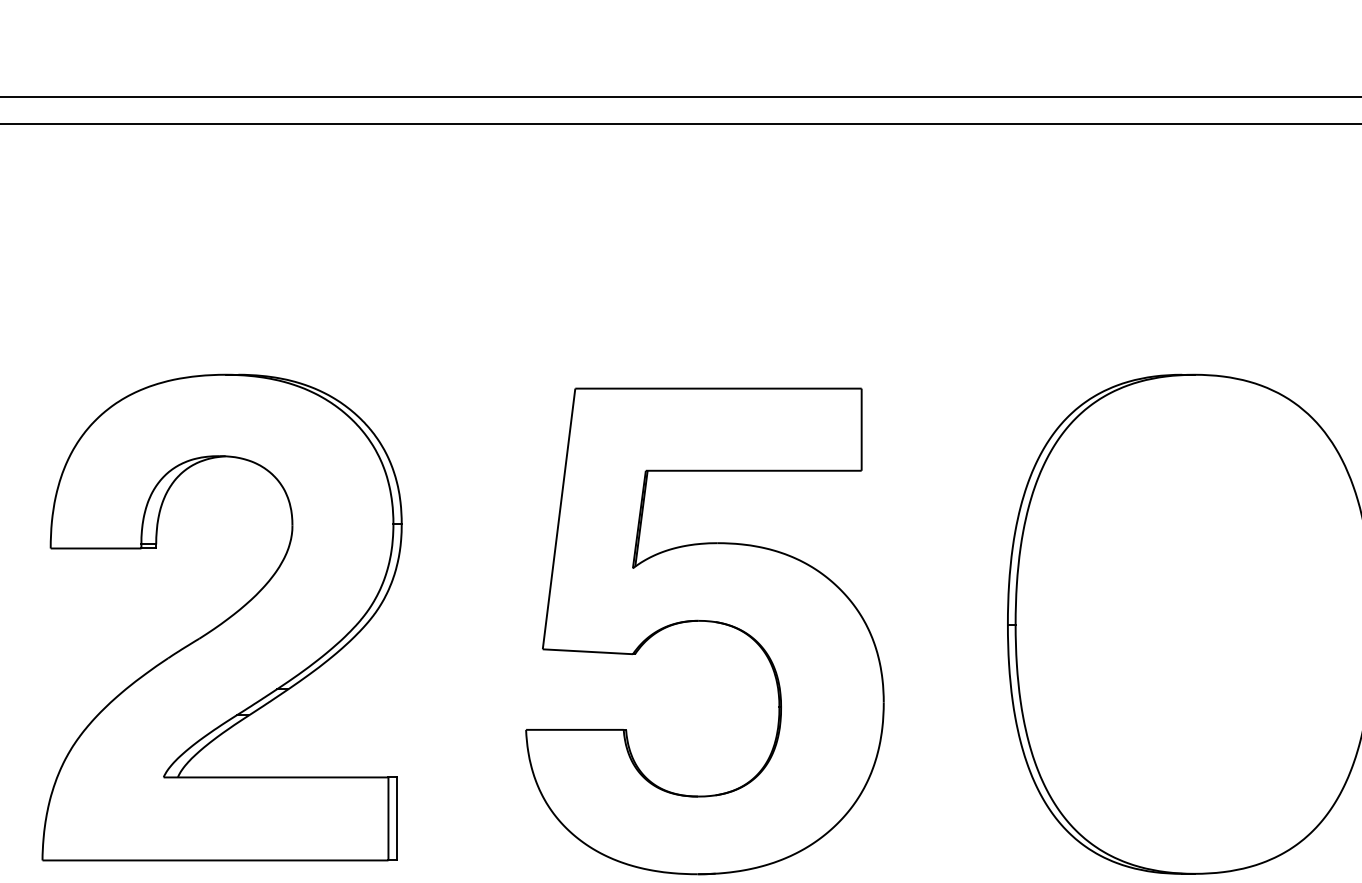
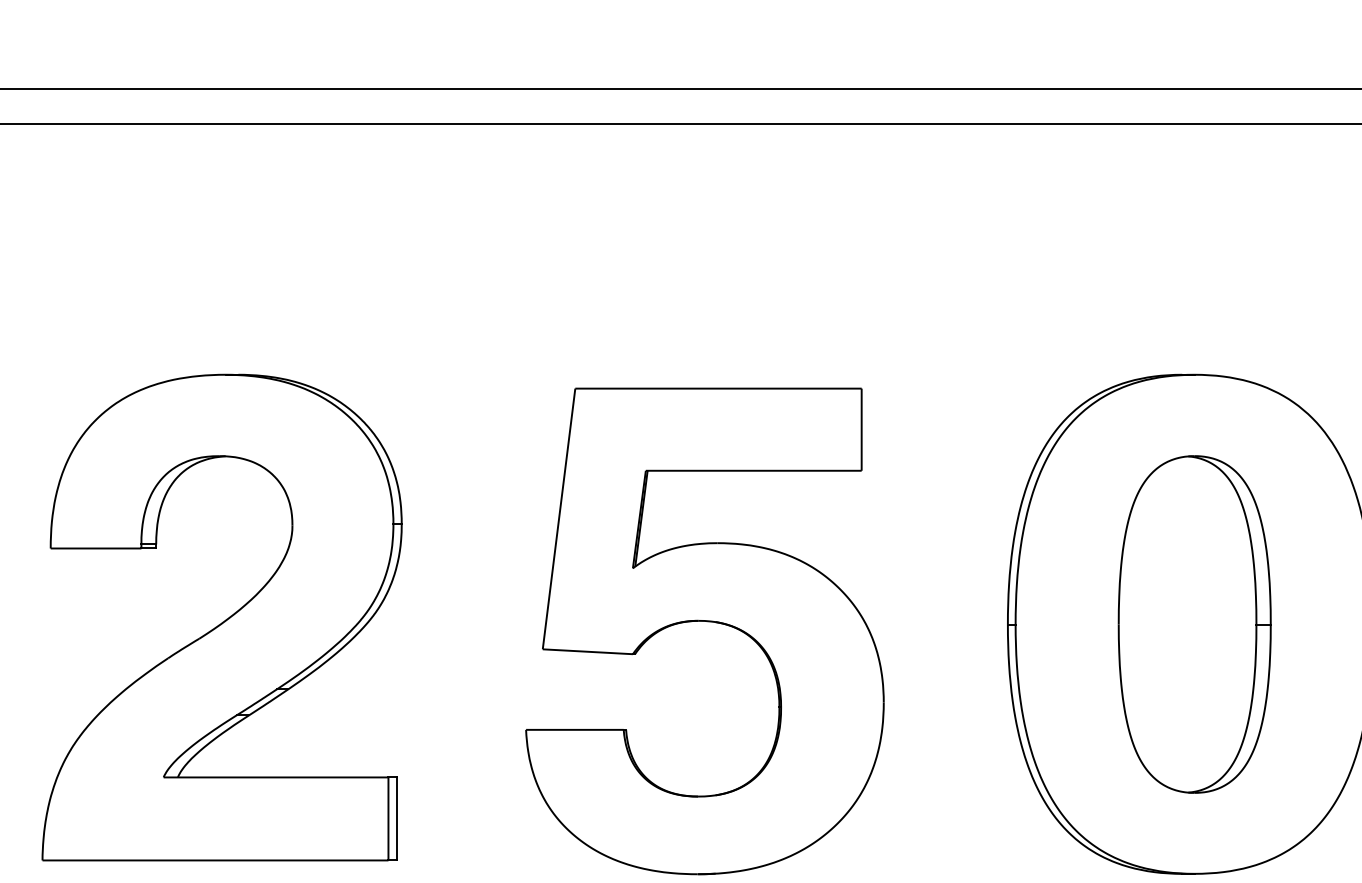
line at (680, 96) position: (680, 96) -> (680, 88)
part at (1194, 624): none -> present
